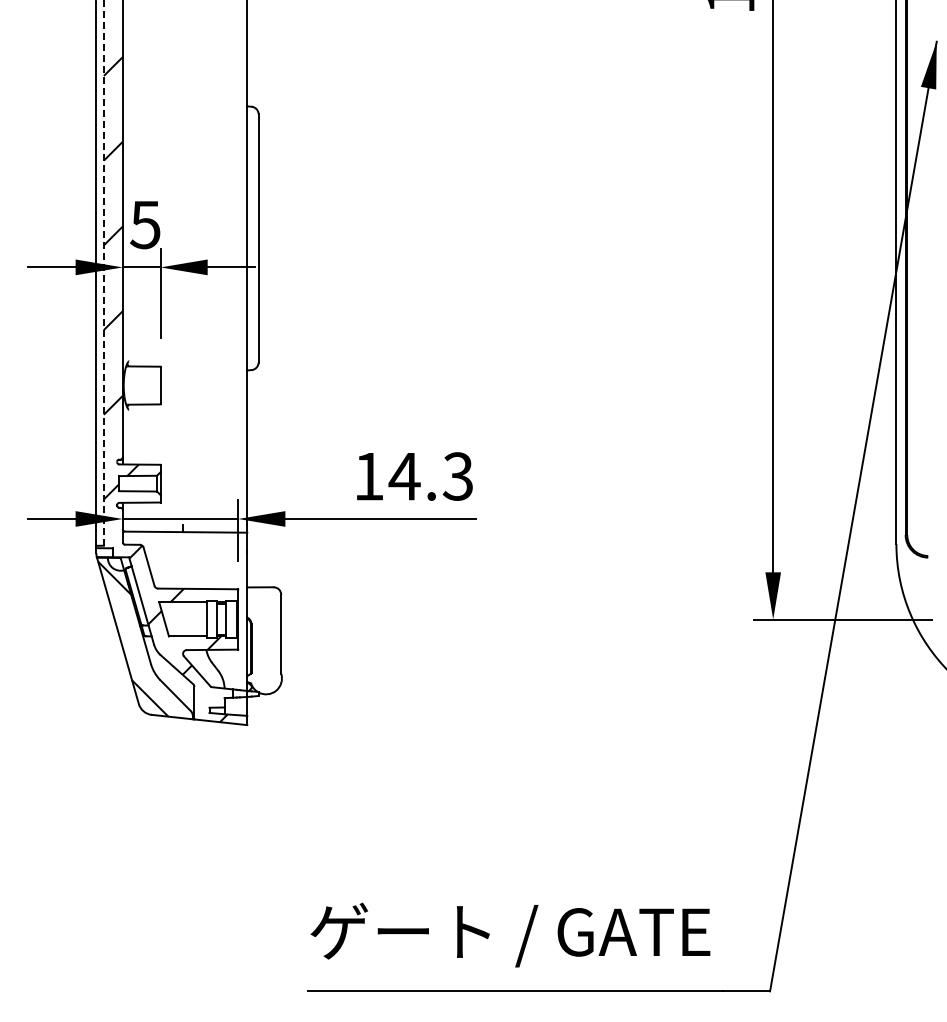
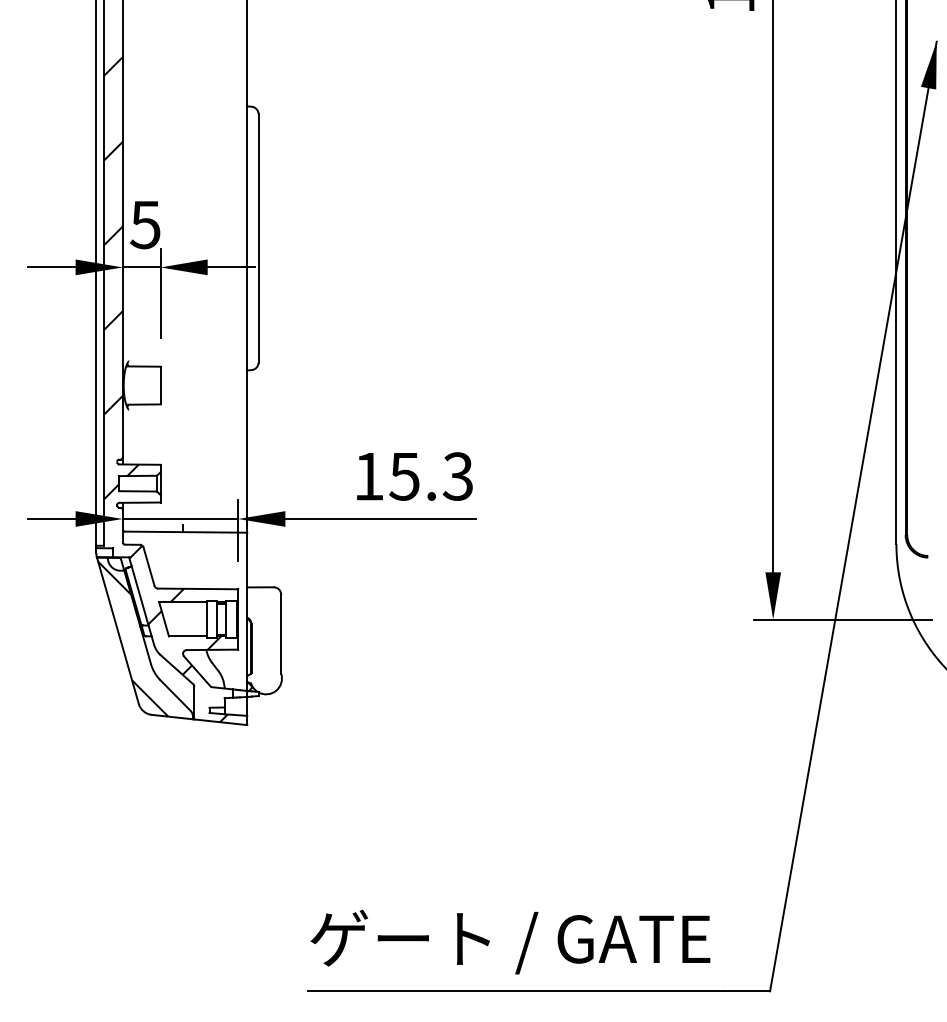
line at (103, 272): dashed -> solid
text at (404, 476): 14.3 -> 15.3
text at (510, 934) position: (510, 934) -> (510, 941)
